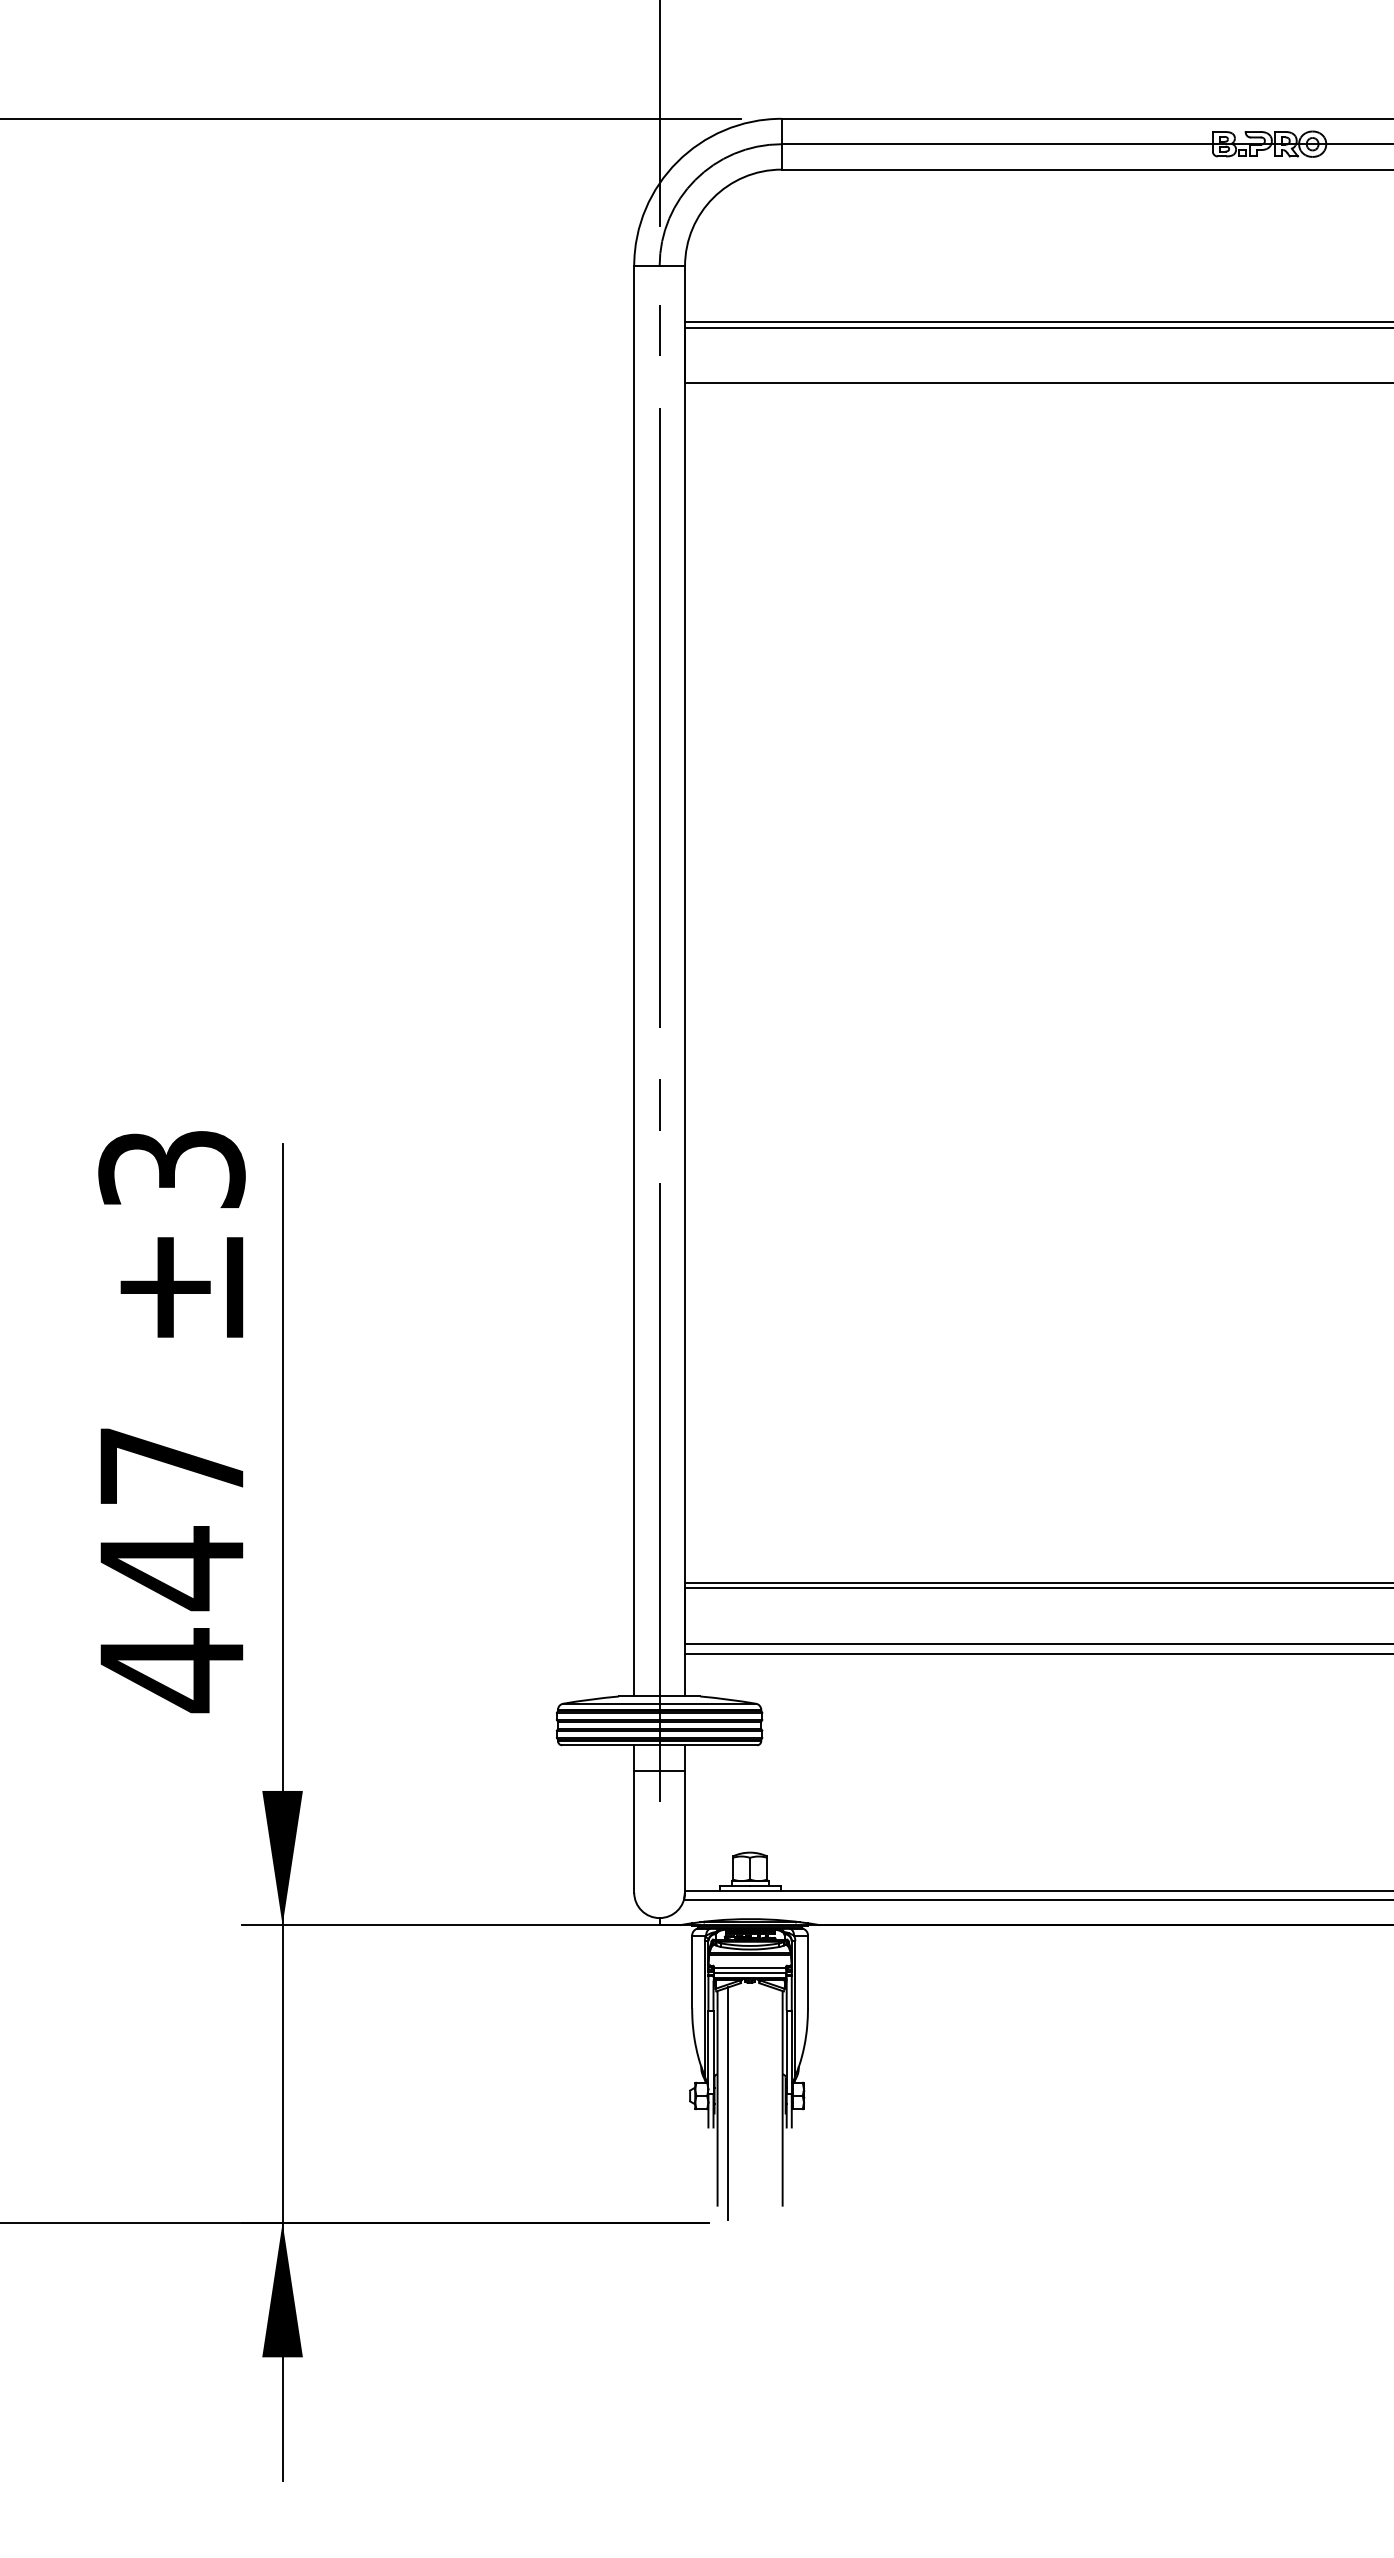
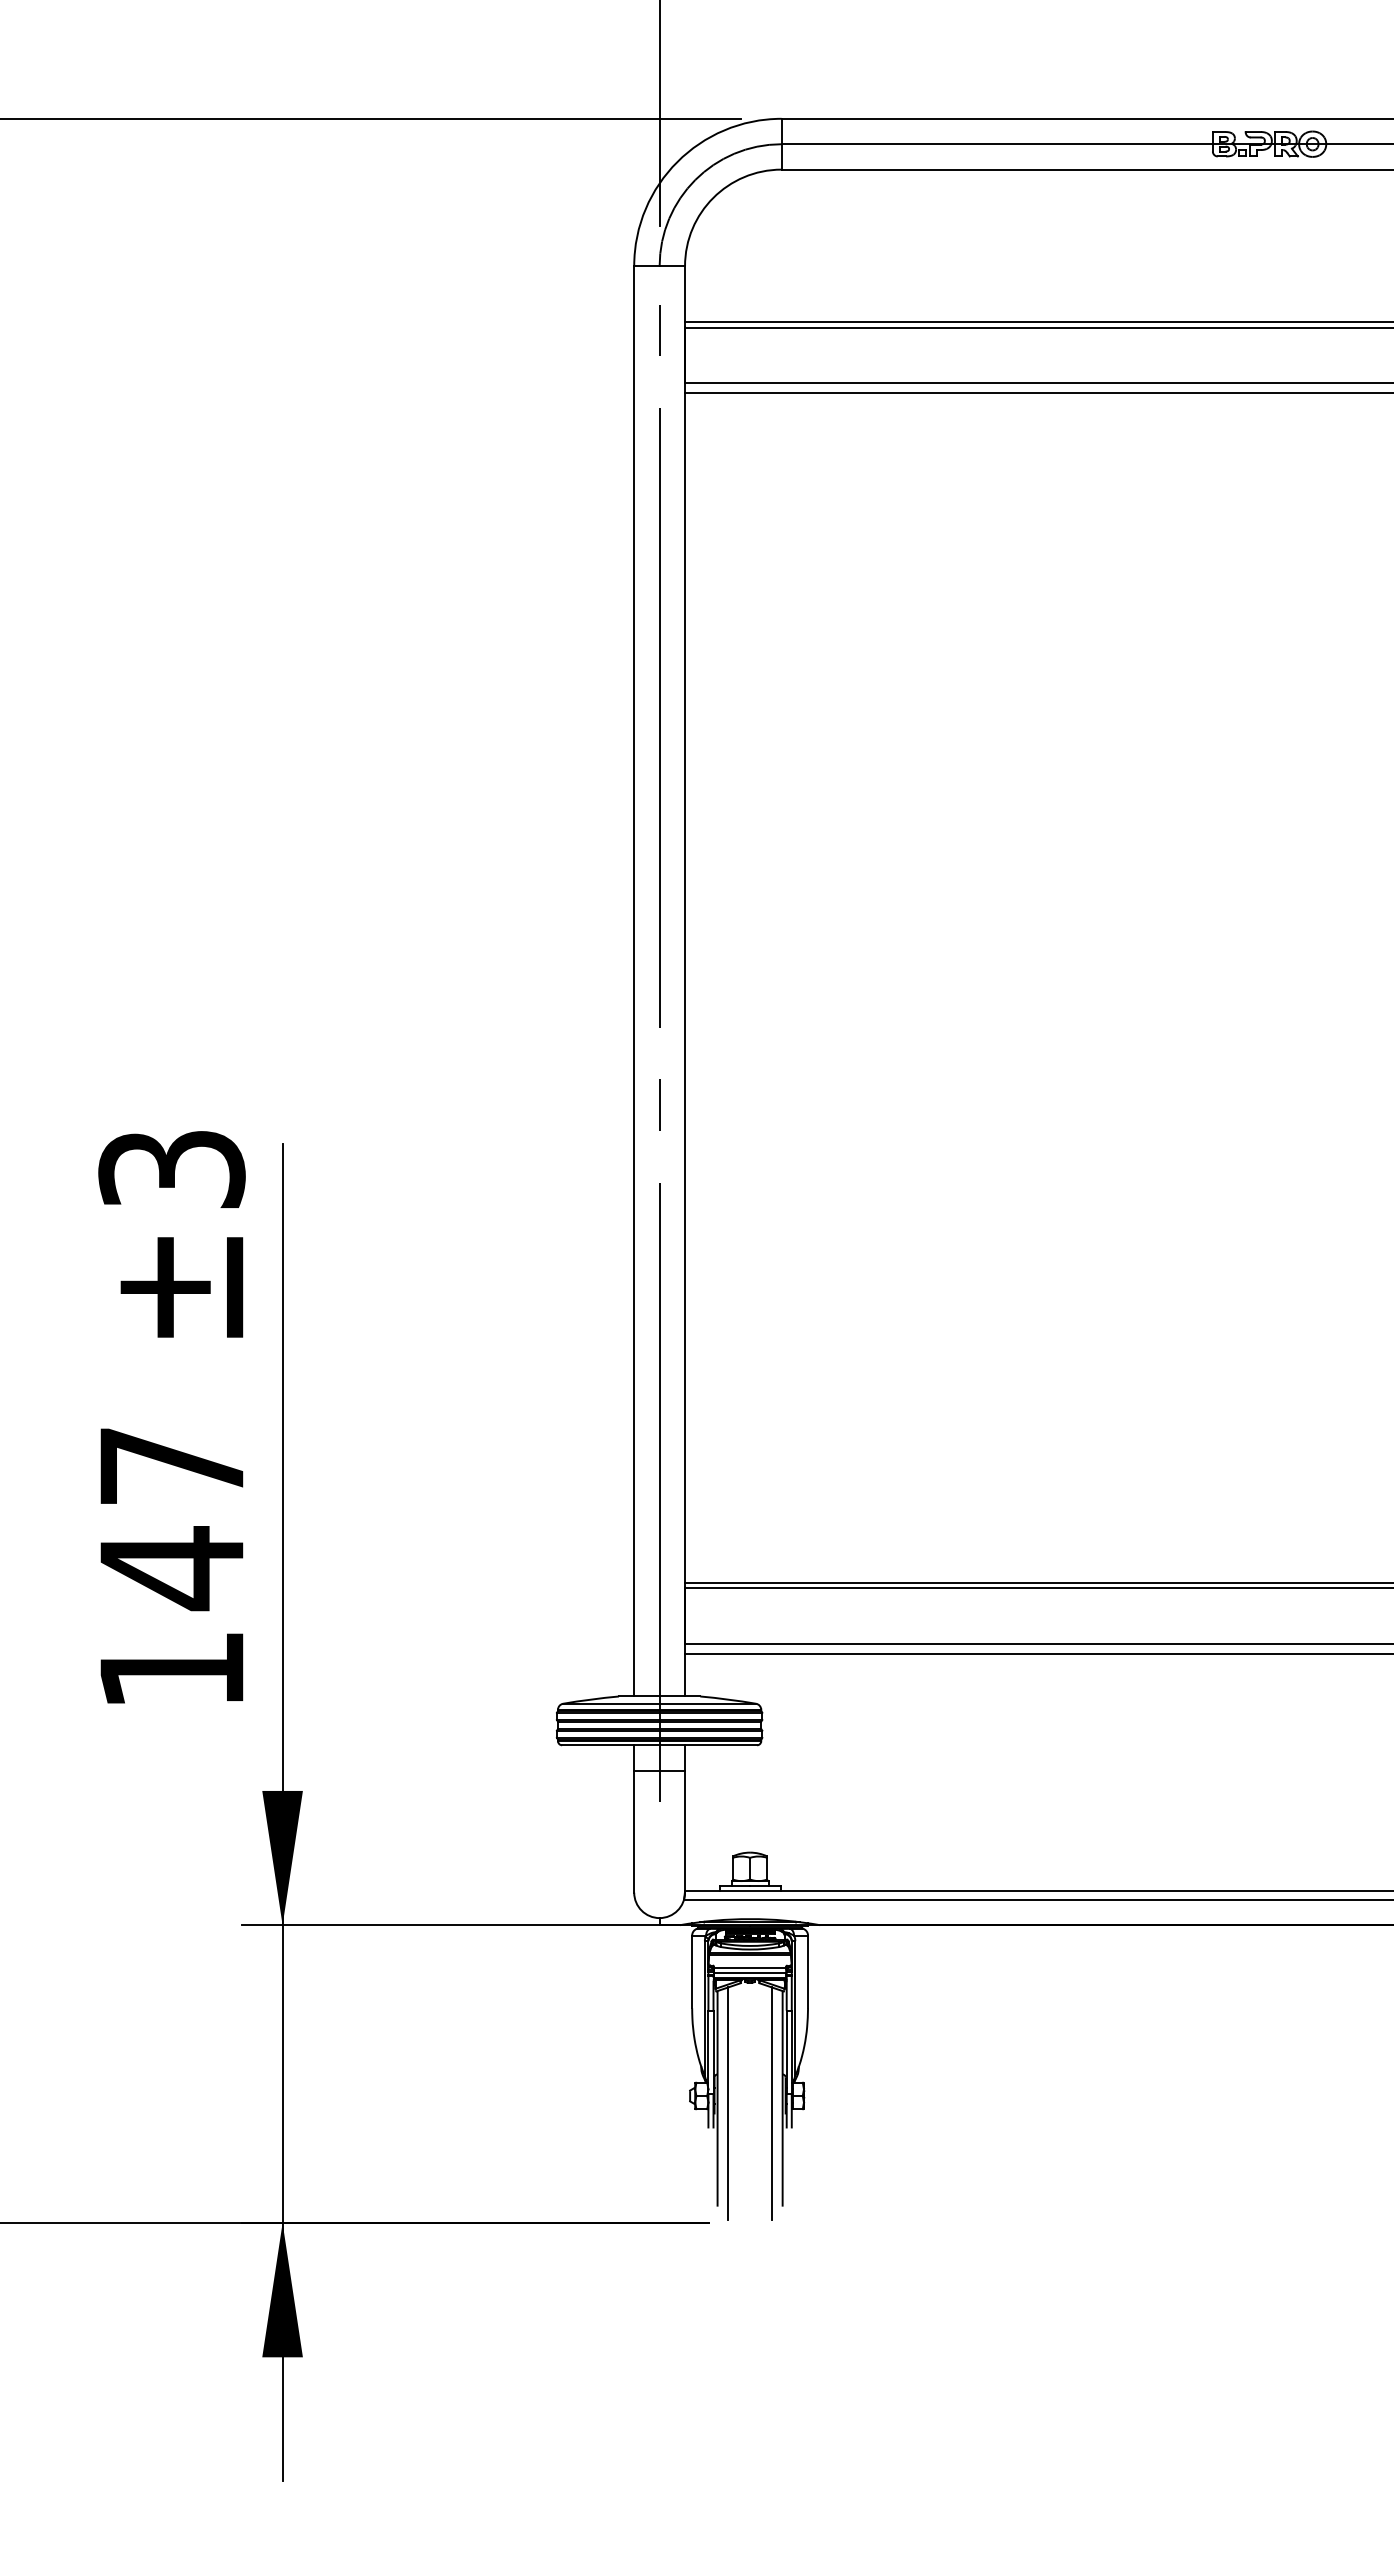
line at (1037, 393): none -> present
text at (171, 1670): 447 -> 147
line at (771, 2103): none -> present
